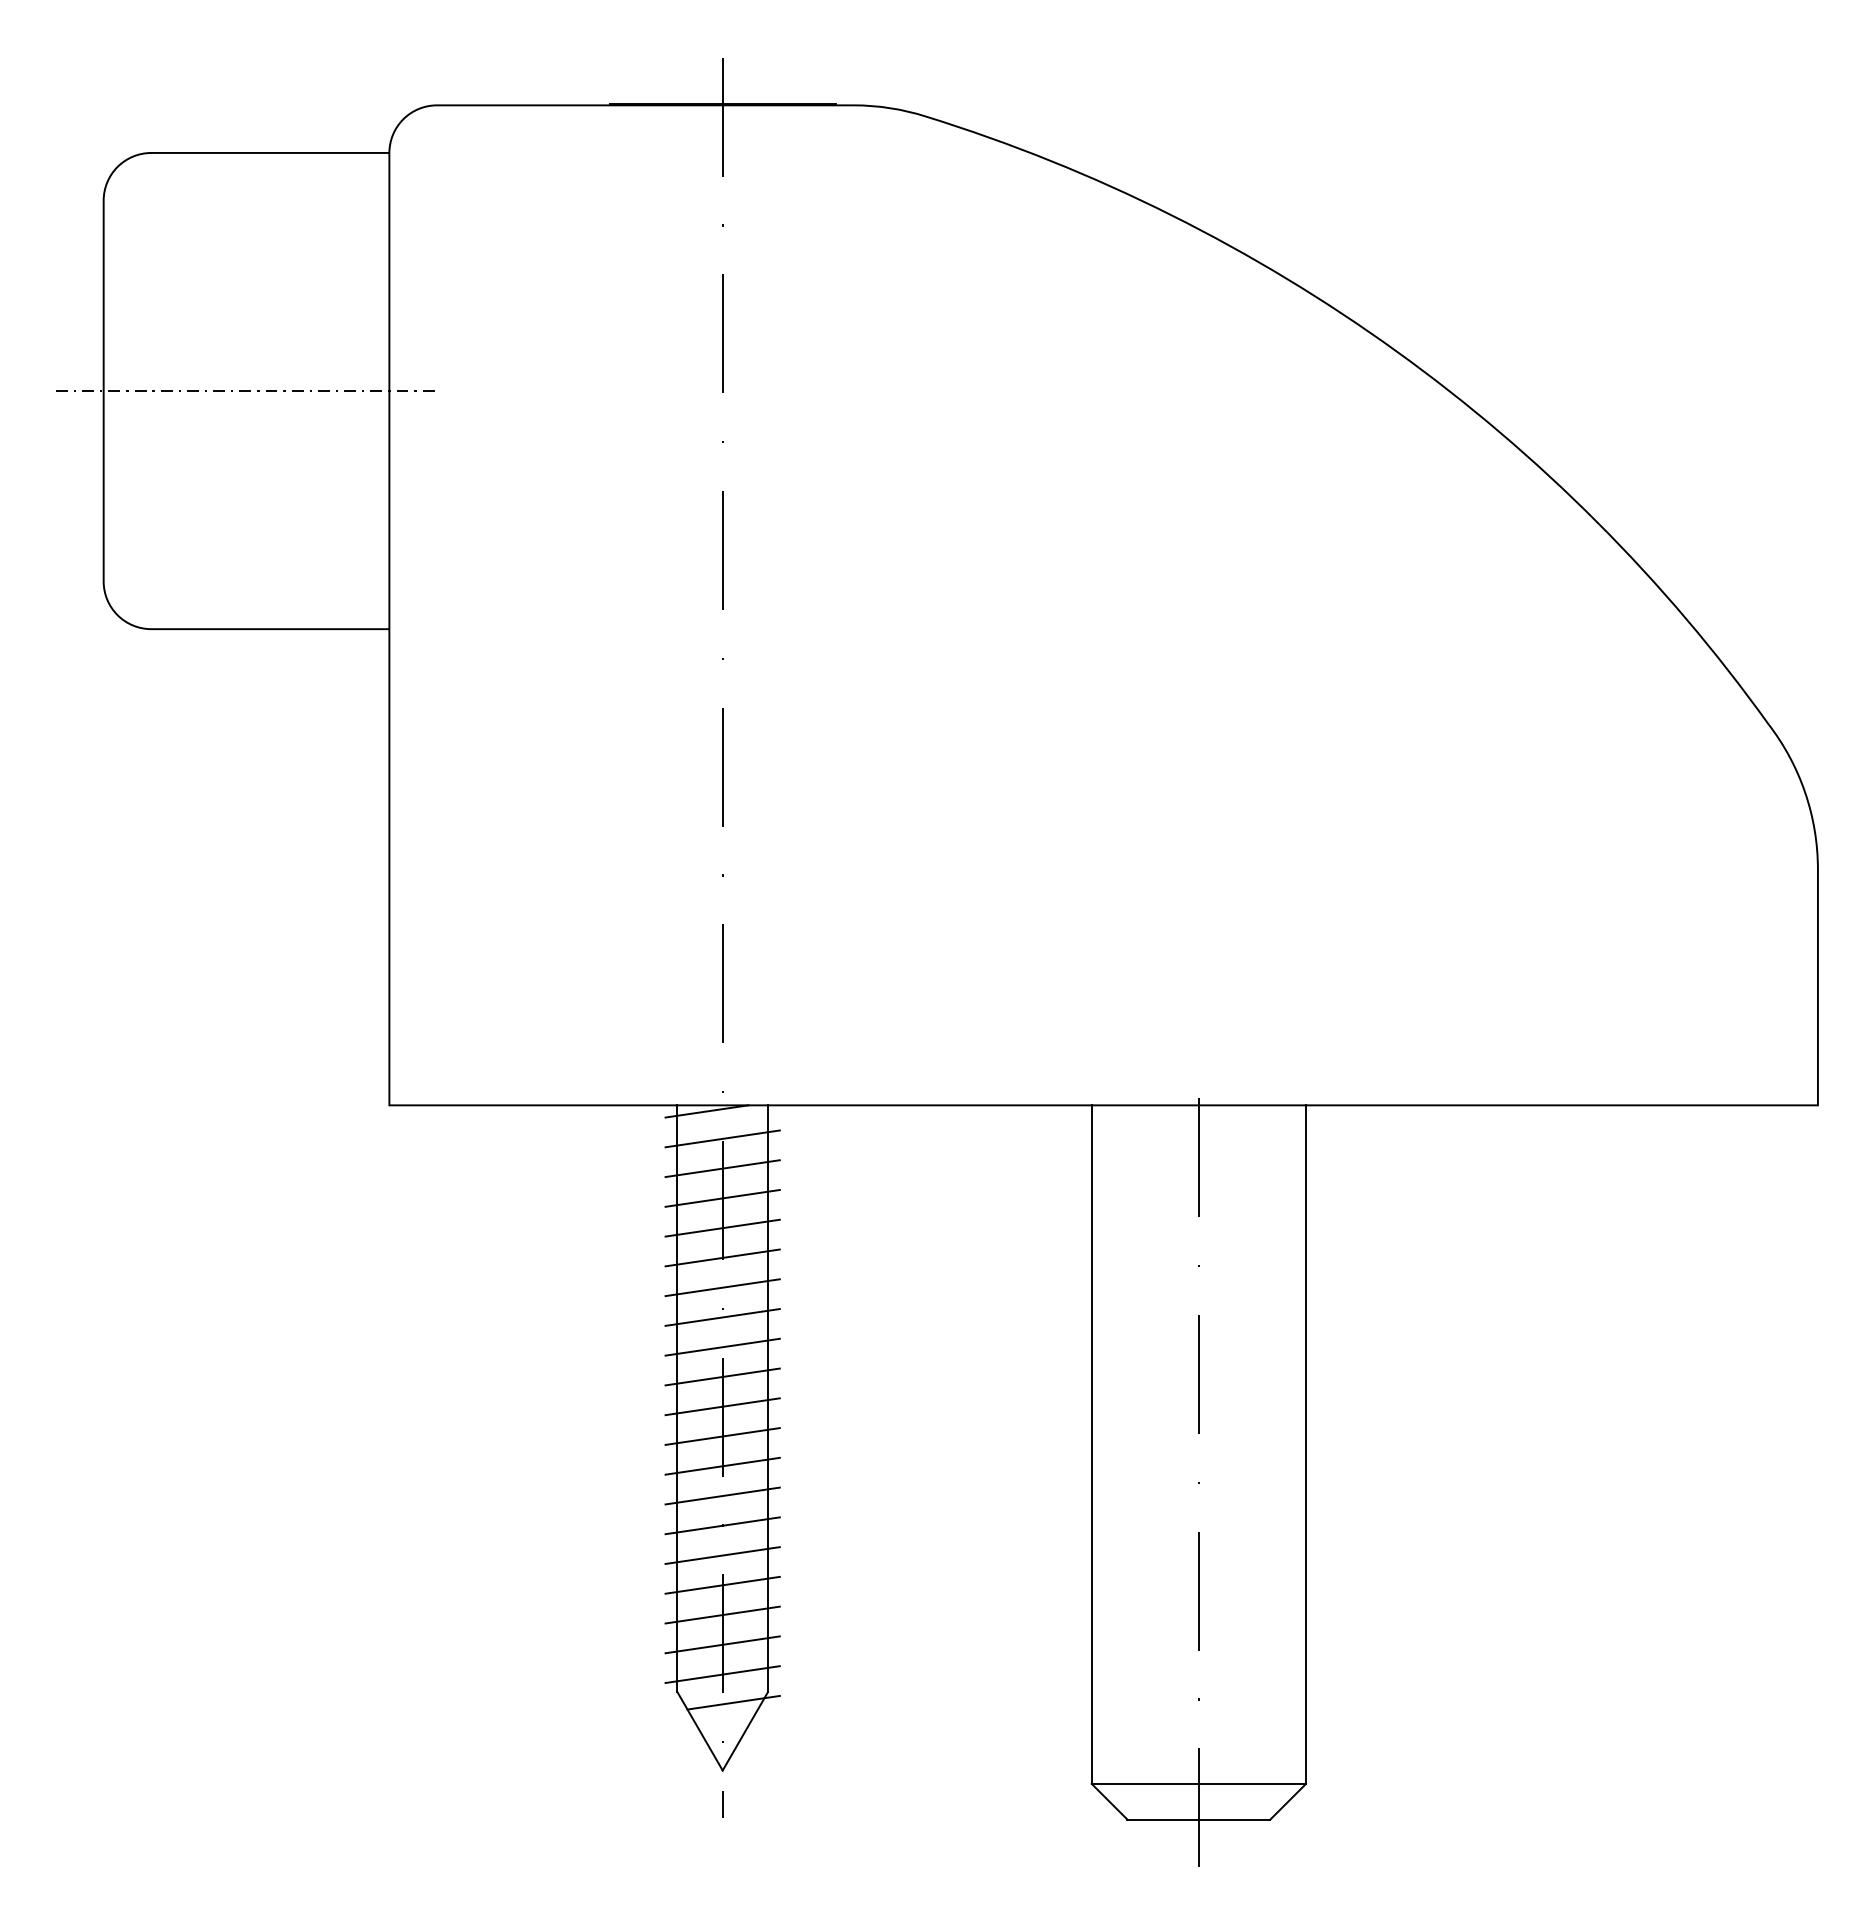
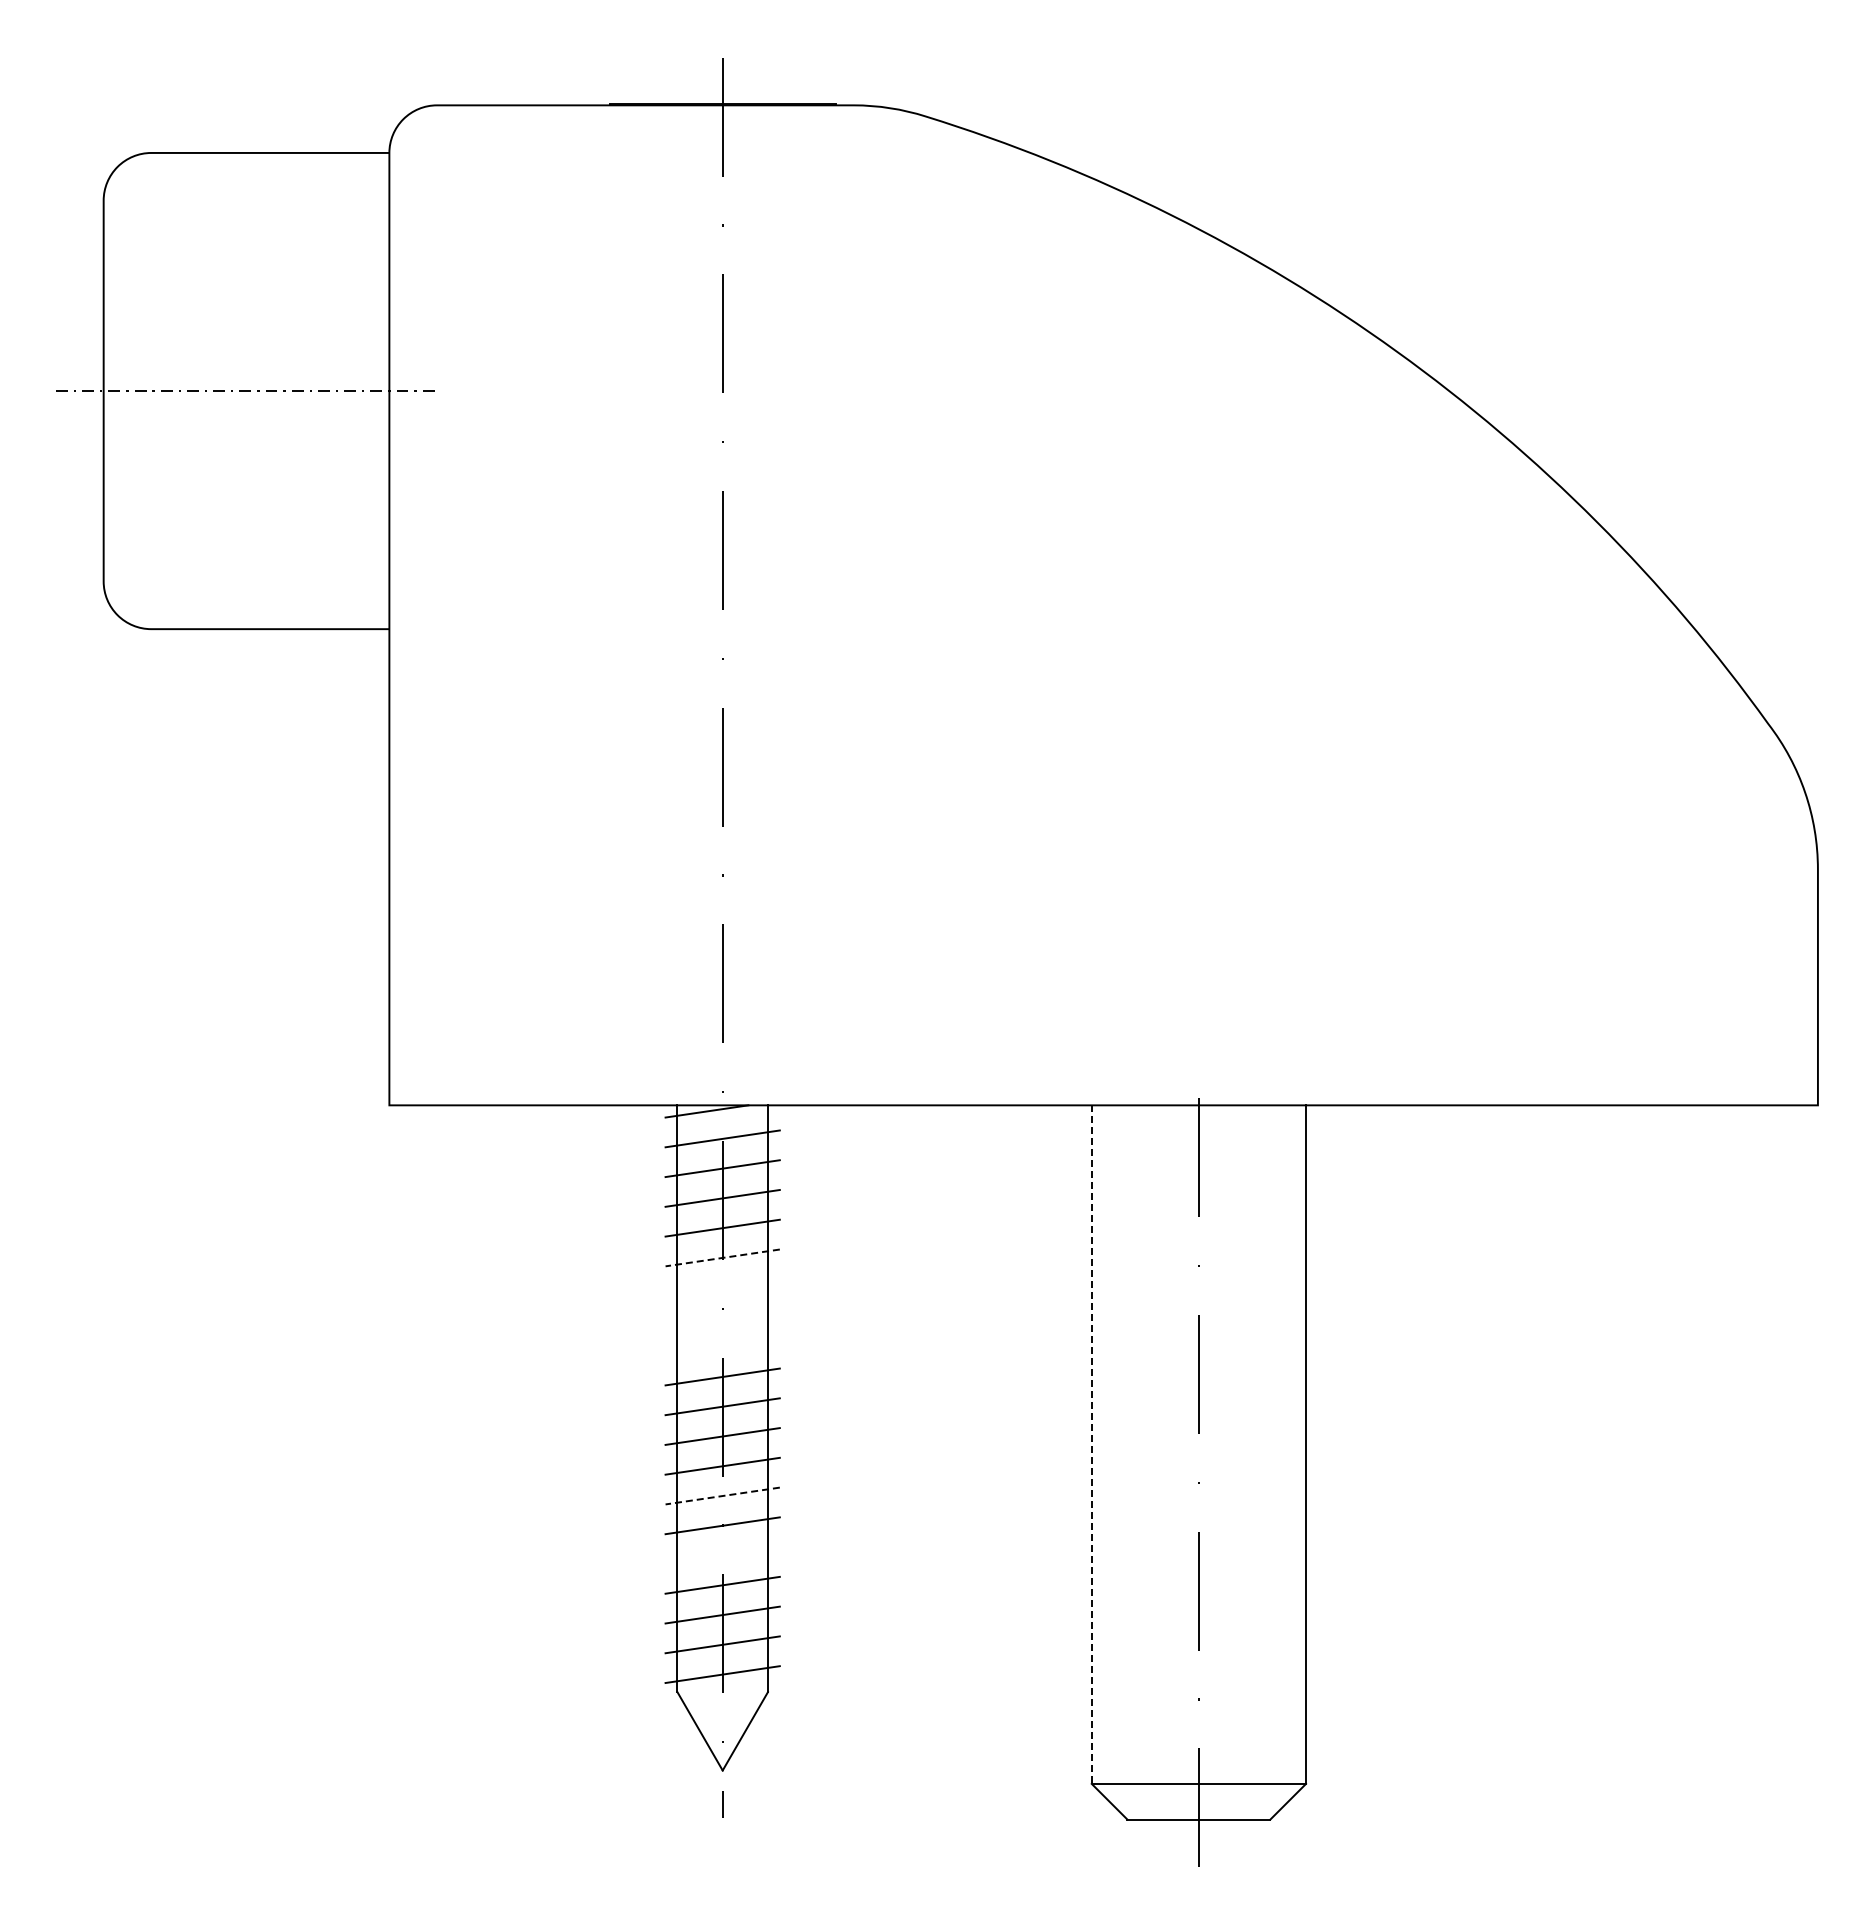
line at (722, 1257): solid -> dashed
line at (722, 1287): present -> none
line at (722, 1317): present -> none
line at (722, 1346): present -> none
line at (1091, 1445): solid -> dashed
line at (722, 1496): solid -> dashed
line at (722, 1555): present -> none
line at (733, 1702): present -> none
